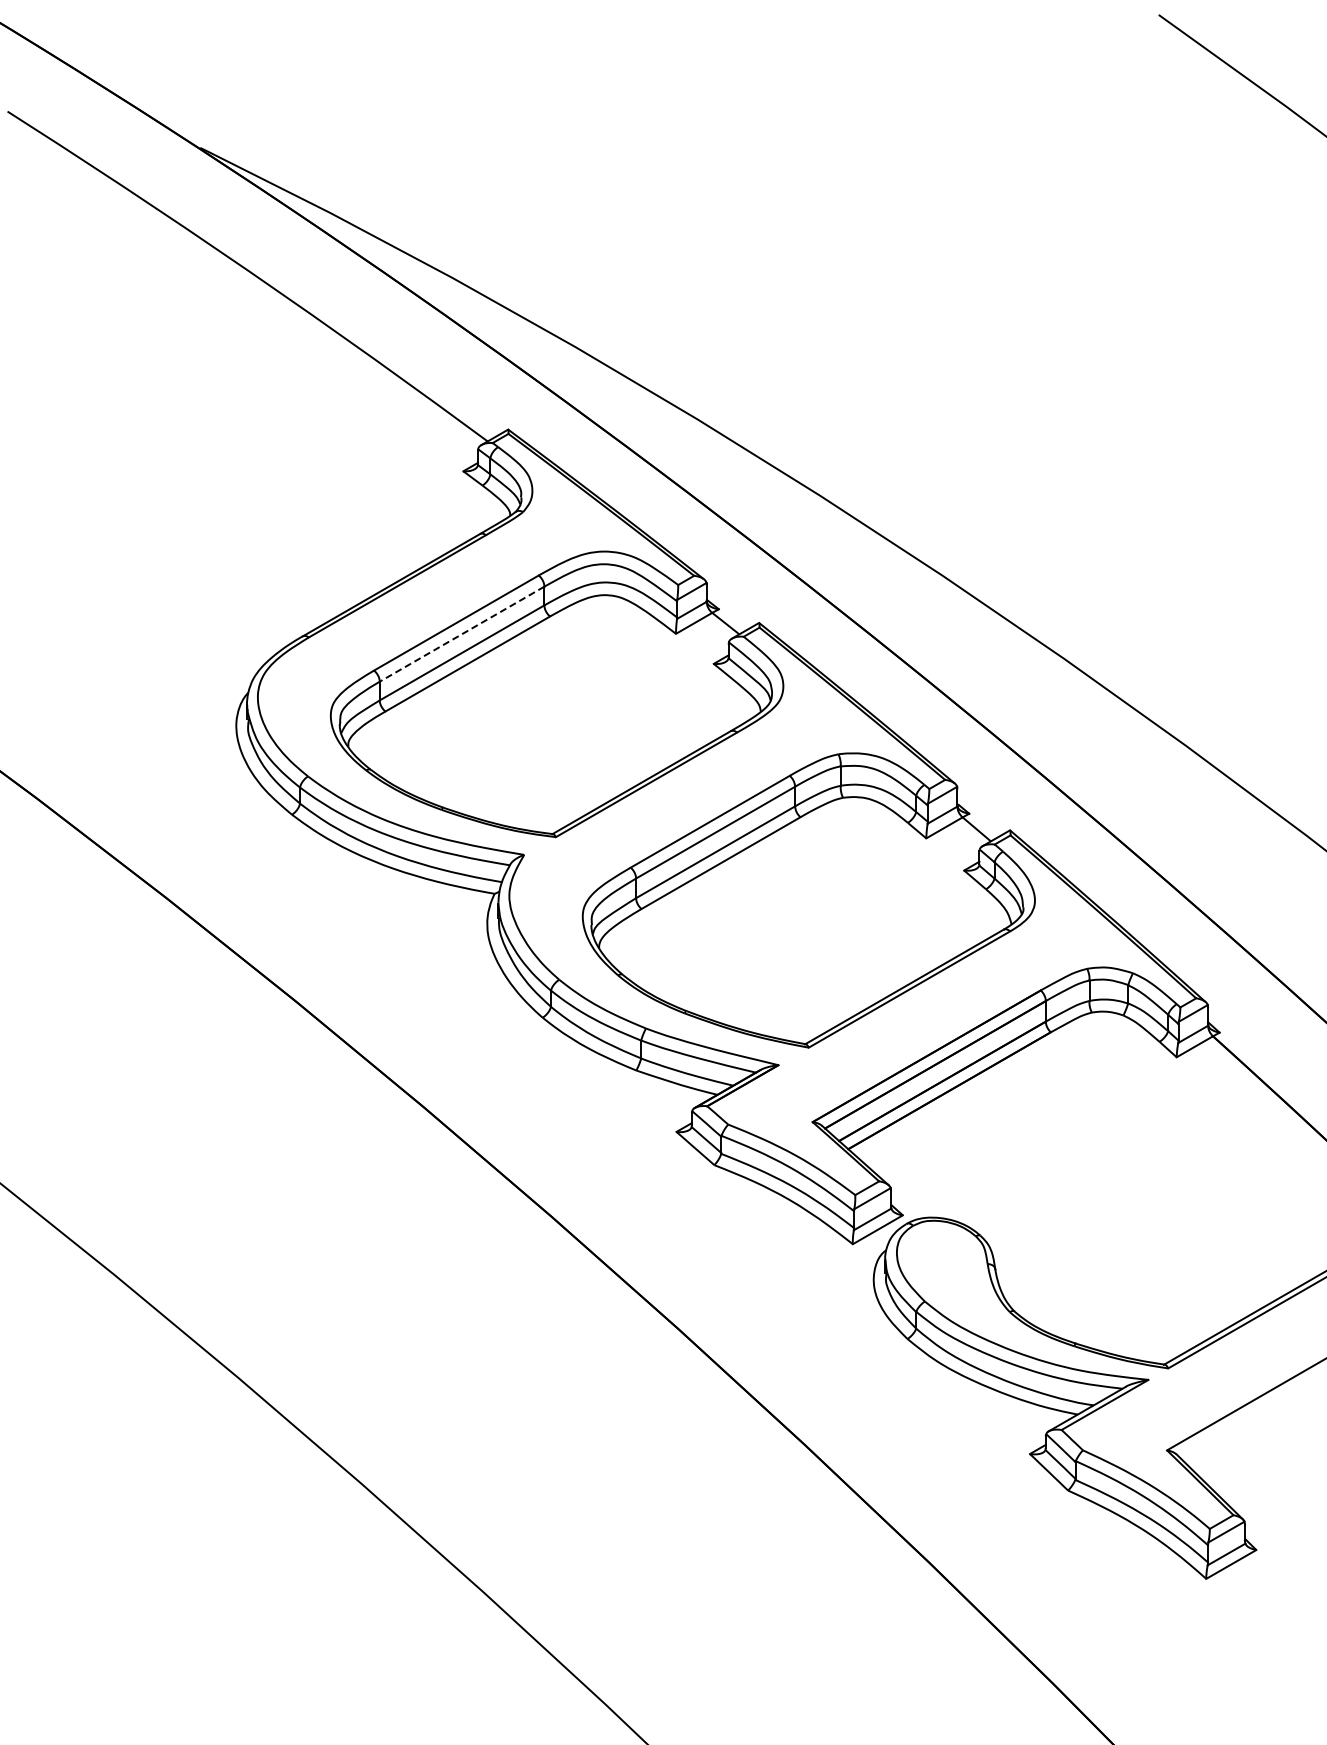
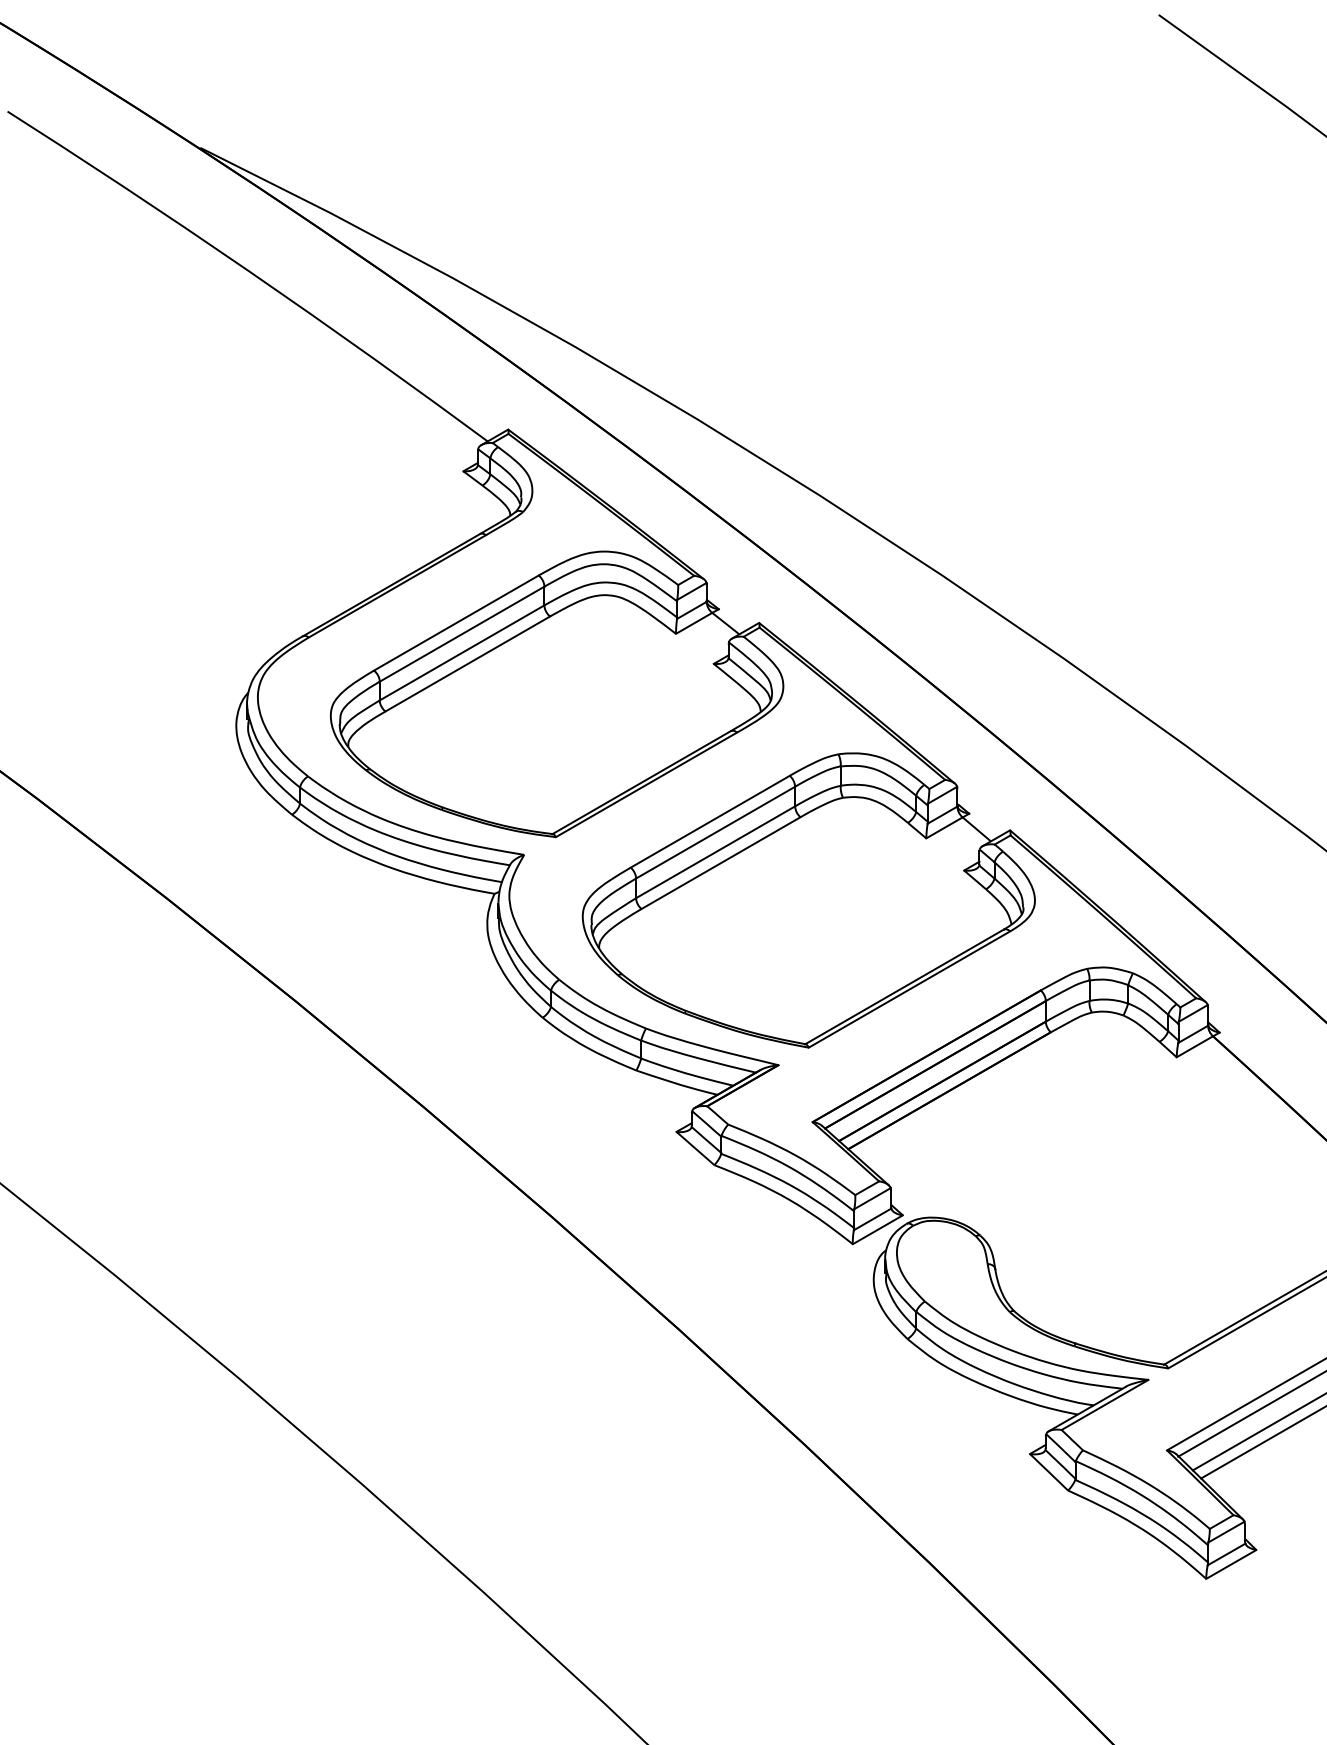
line at (461, 634): dashed -> solid
line at (1250, 1414): none -> present
line at (1257, 1432): none -> present
line at (1262, 1442): none -> present
